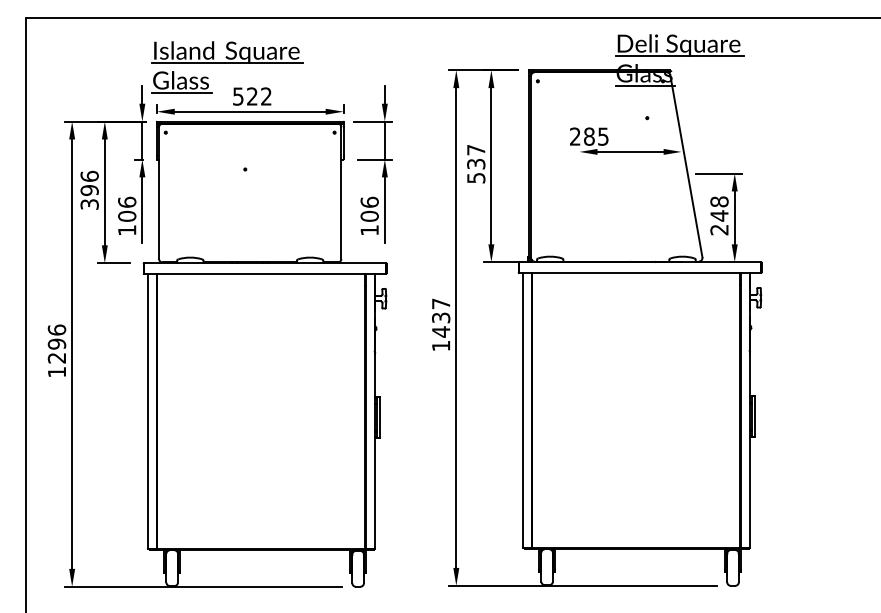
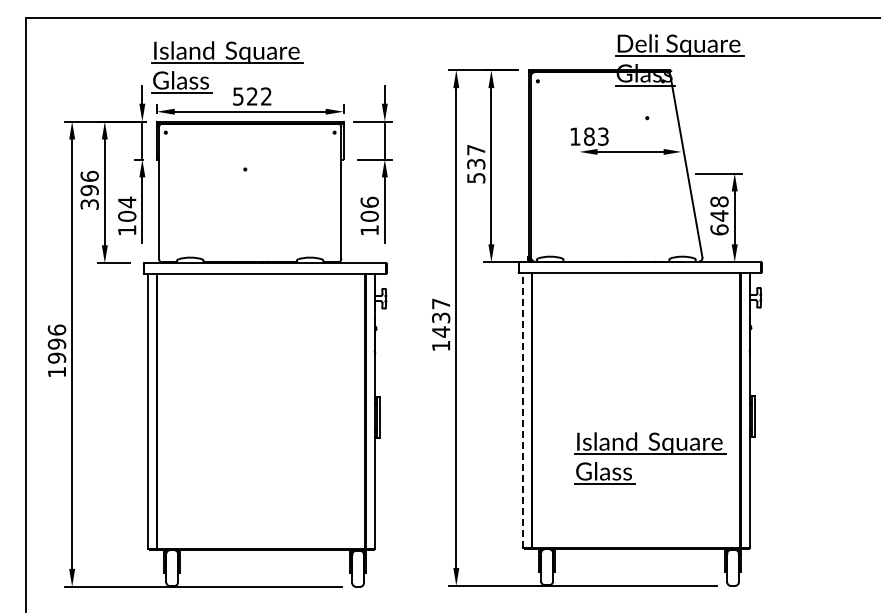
text at (589, 136): 285 -> 183
text at (127, 202): 106 -> 104
text at (719, 229): 248 -> 648
text at (57, 357): 1296 -> 1996
line at (522, 409): solid -> dashed
part at (650, 458): none -> present
